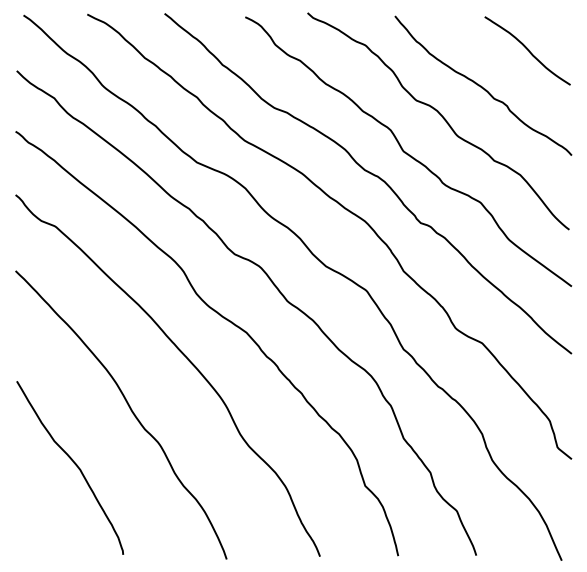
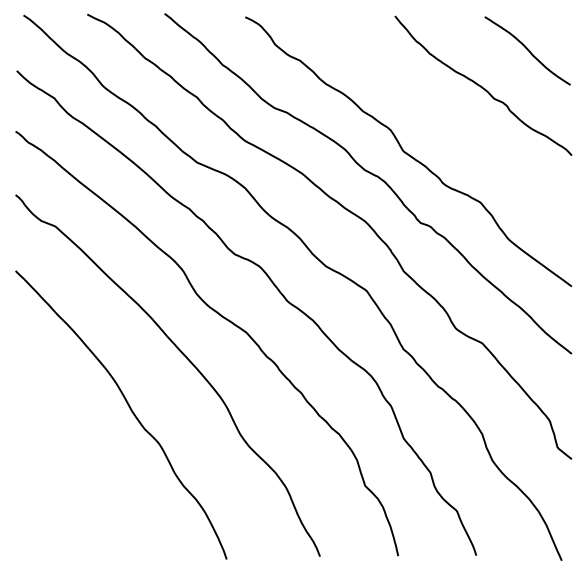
curve at (442, 118): present -> none
curve at (73, 463): present -> none
